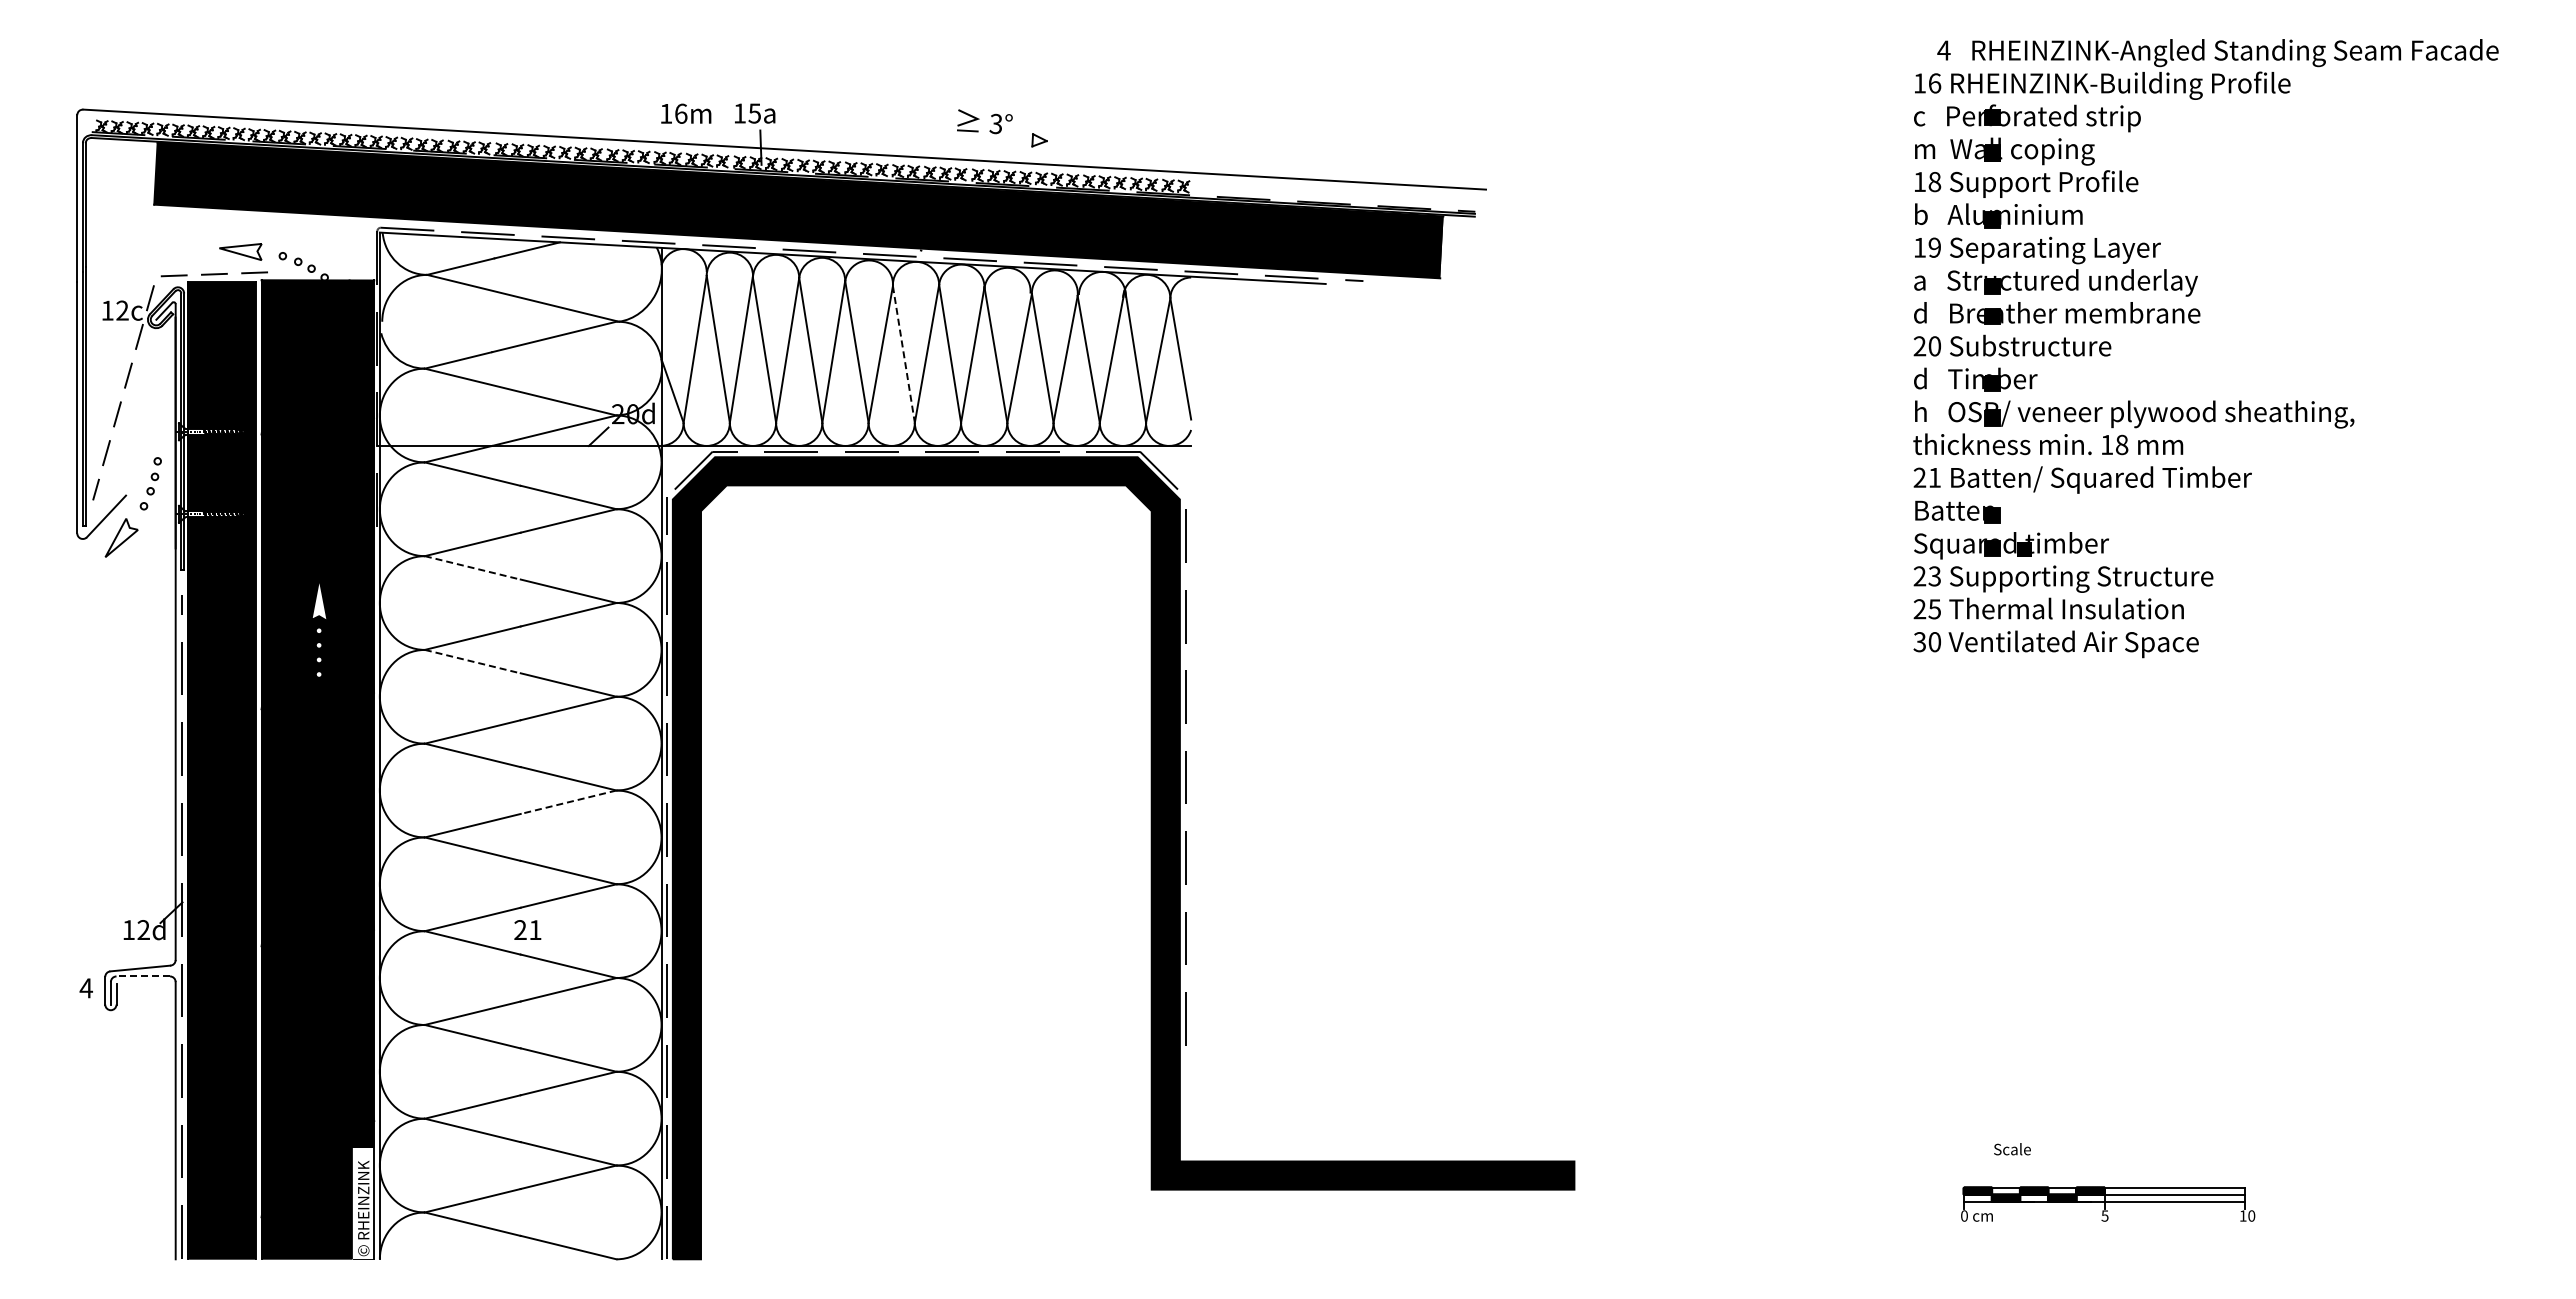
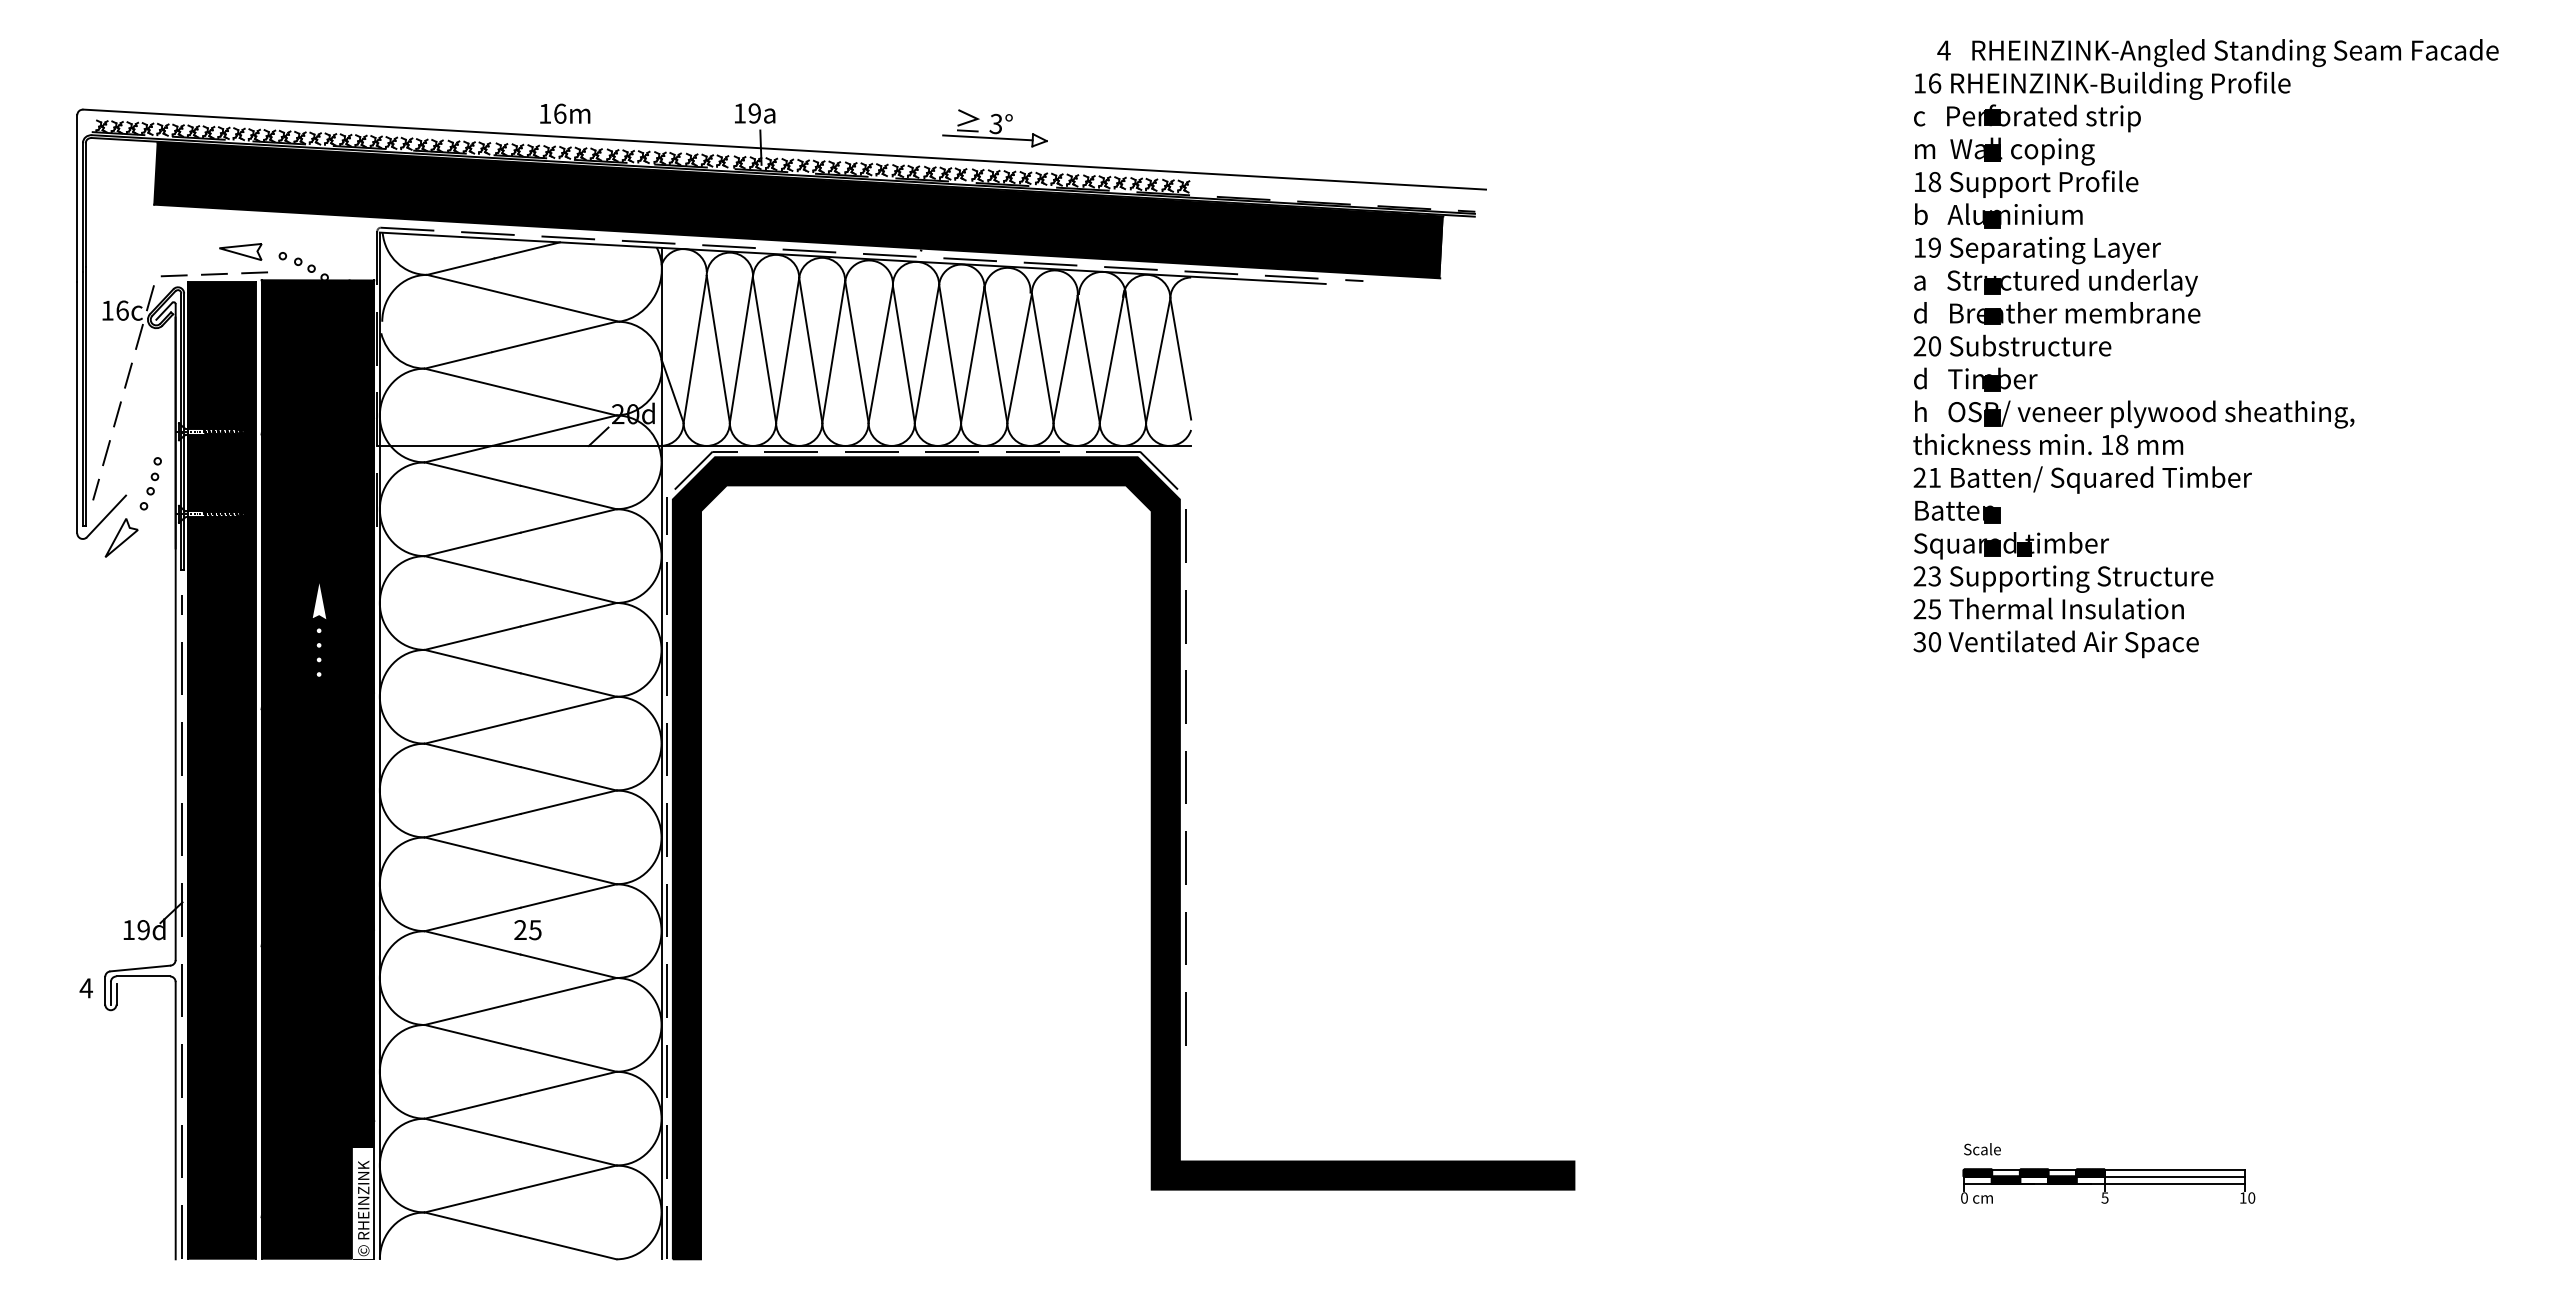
text at (686, 113) position: (686, 113) -> (565, 113)
text at (754, 113): 15a -> 19a
line at (987, 137): none -> present
text at (122, 310): 12c -> 16c
line at (903, 355): dashed -> solid
line at (473, 568): dashed -> solid
line at (473, 661): dashed -> solid
line at (568, 802): dashed -> solid
text at (143, 930): 12d -> 19d
text at (535, 930): 21 -> 25
line at (143, 976): dashed -> solid
text at (2012, 1149) position: (2012, 1149) -> (1982, 1149)
part at (2108, 1203) position: (2108, 1203) -> (2108, 1185)
